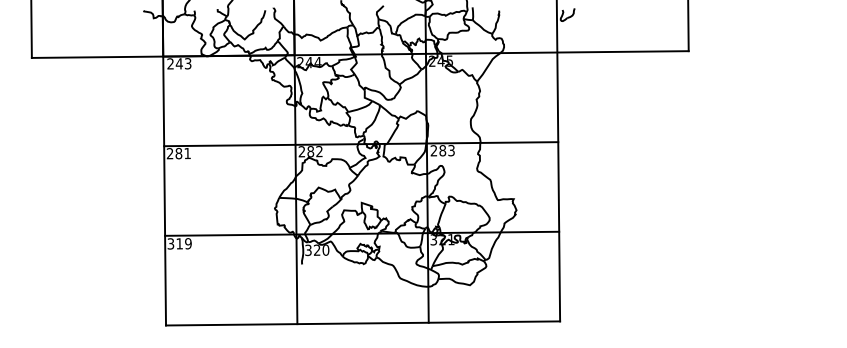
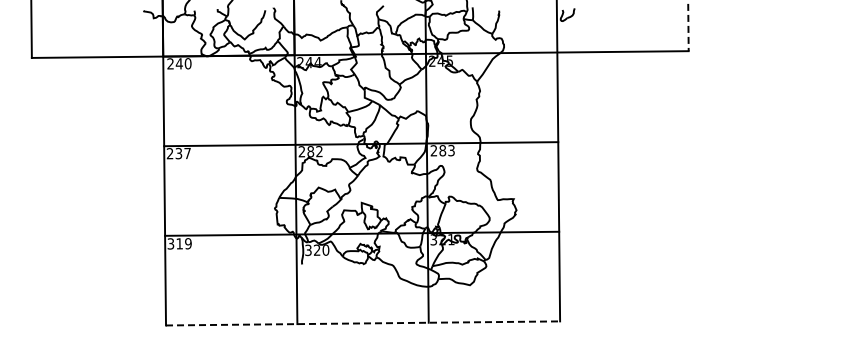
line at (688, 26): solid -> dashed
text at (187, 63): 243 -> 240
text at (182, 153): 281 -> 237
line at (363, 323): solid -> dashed
